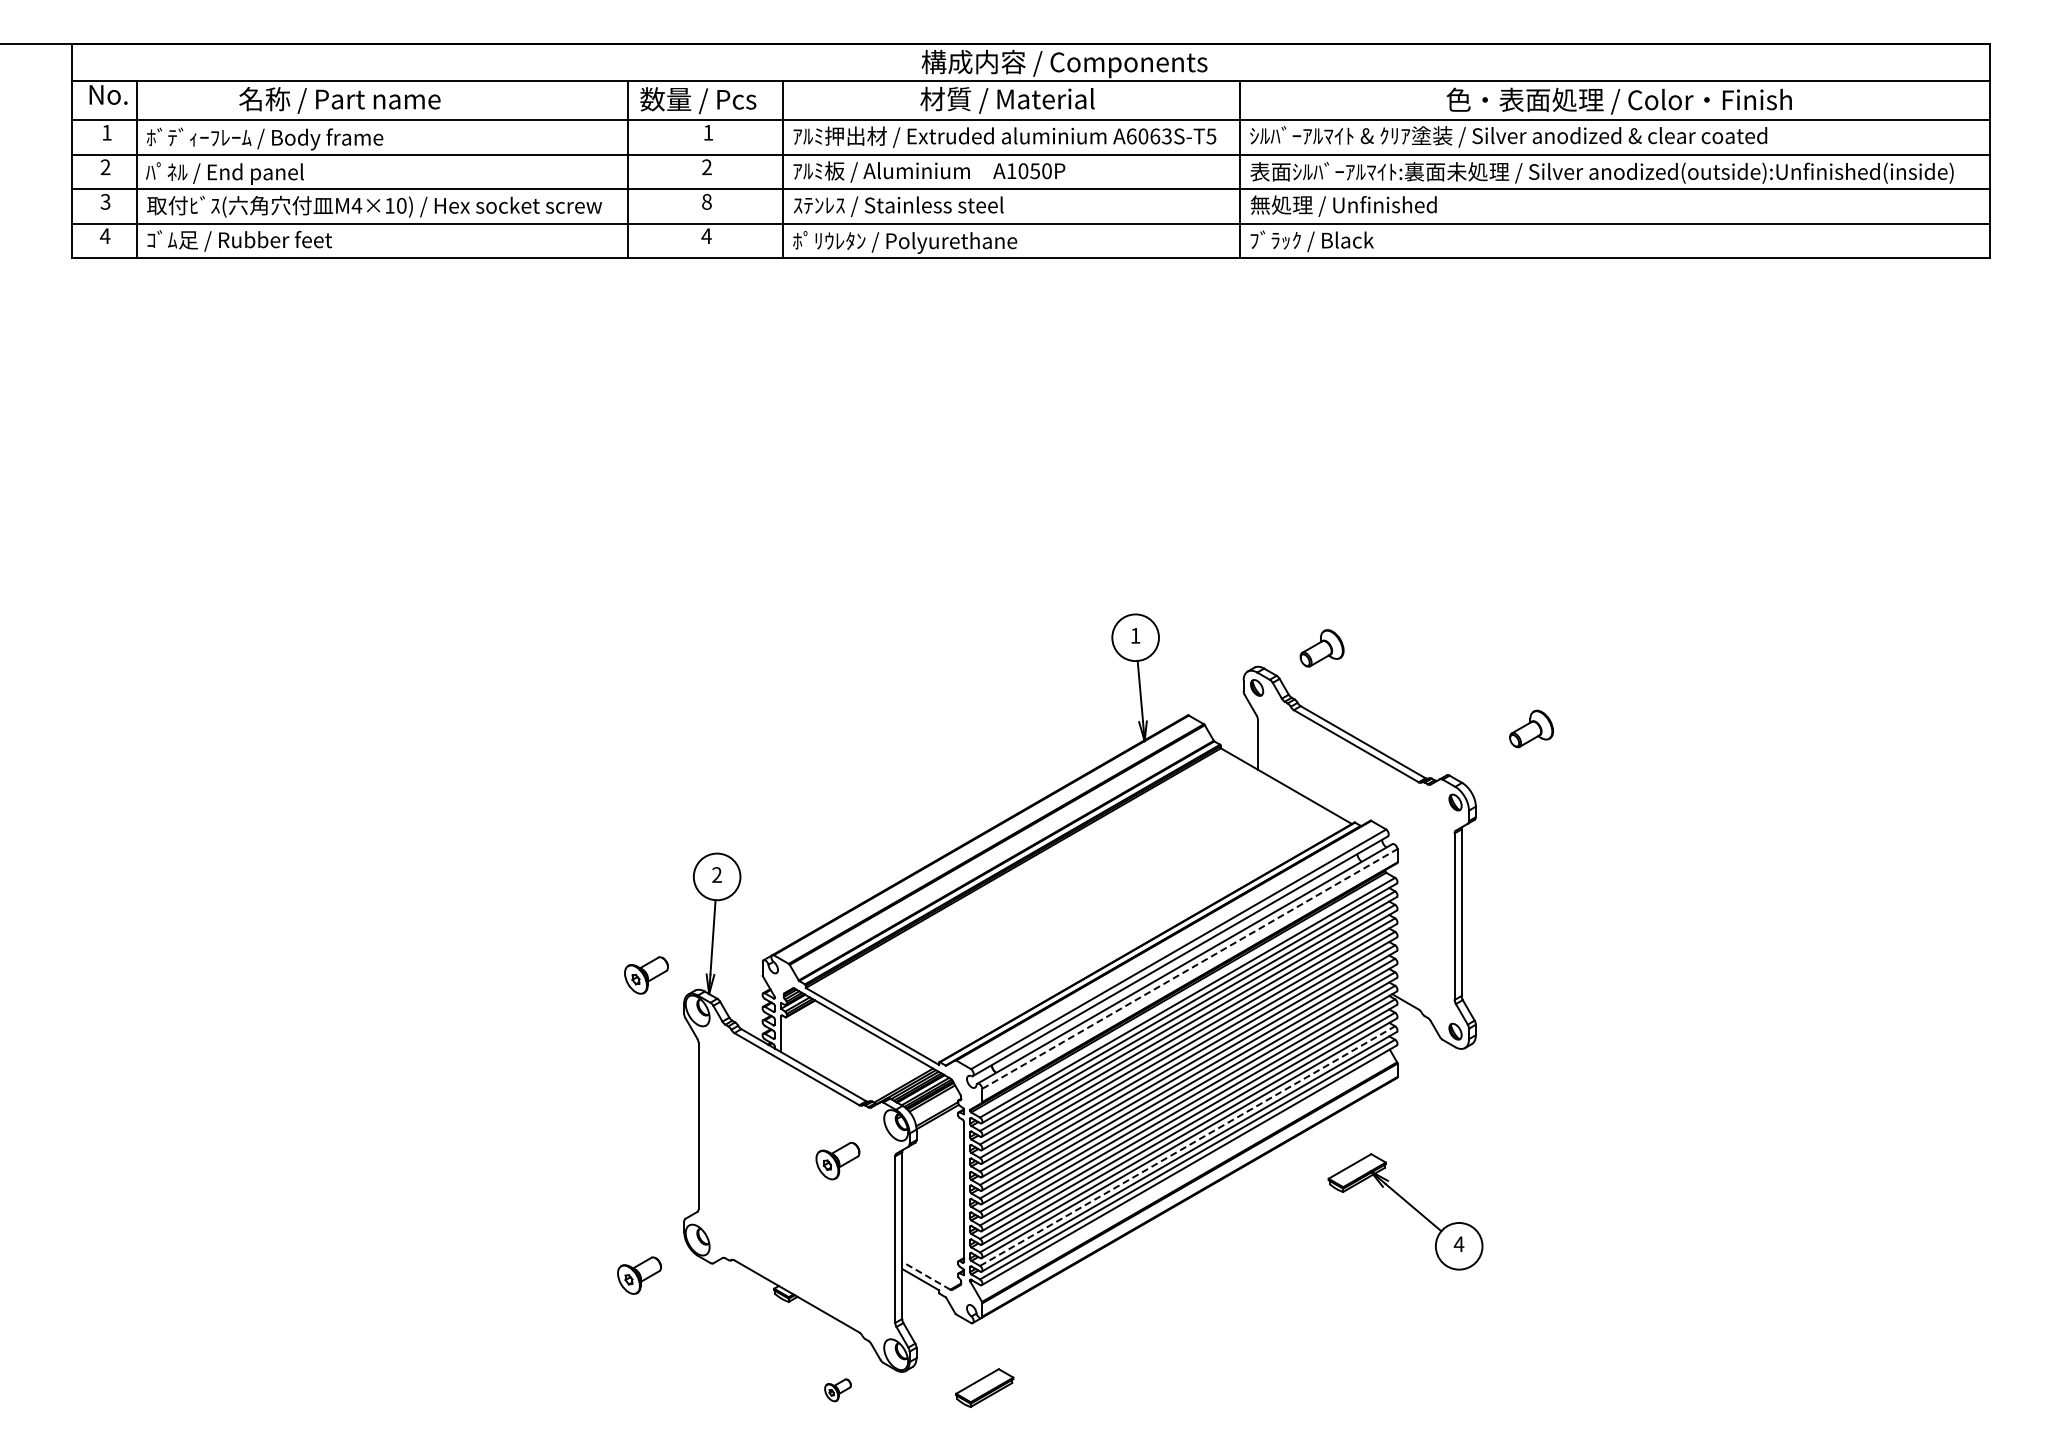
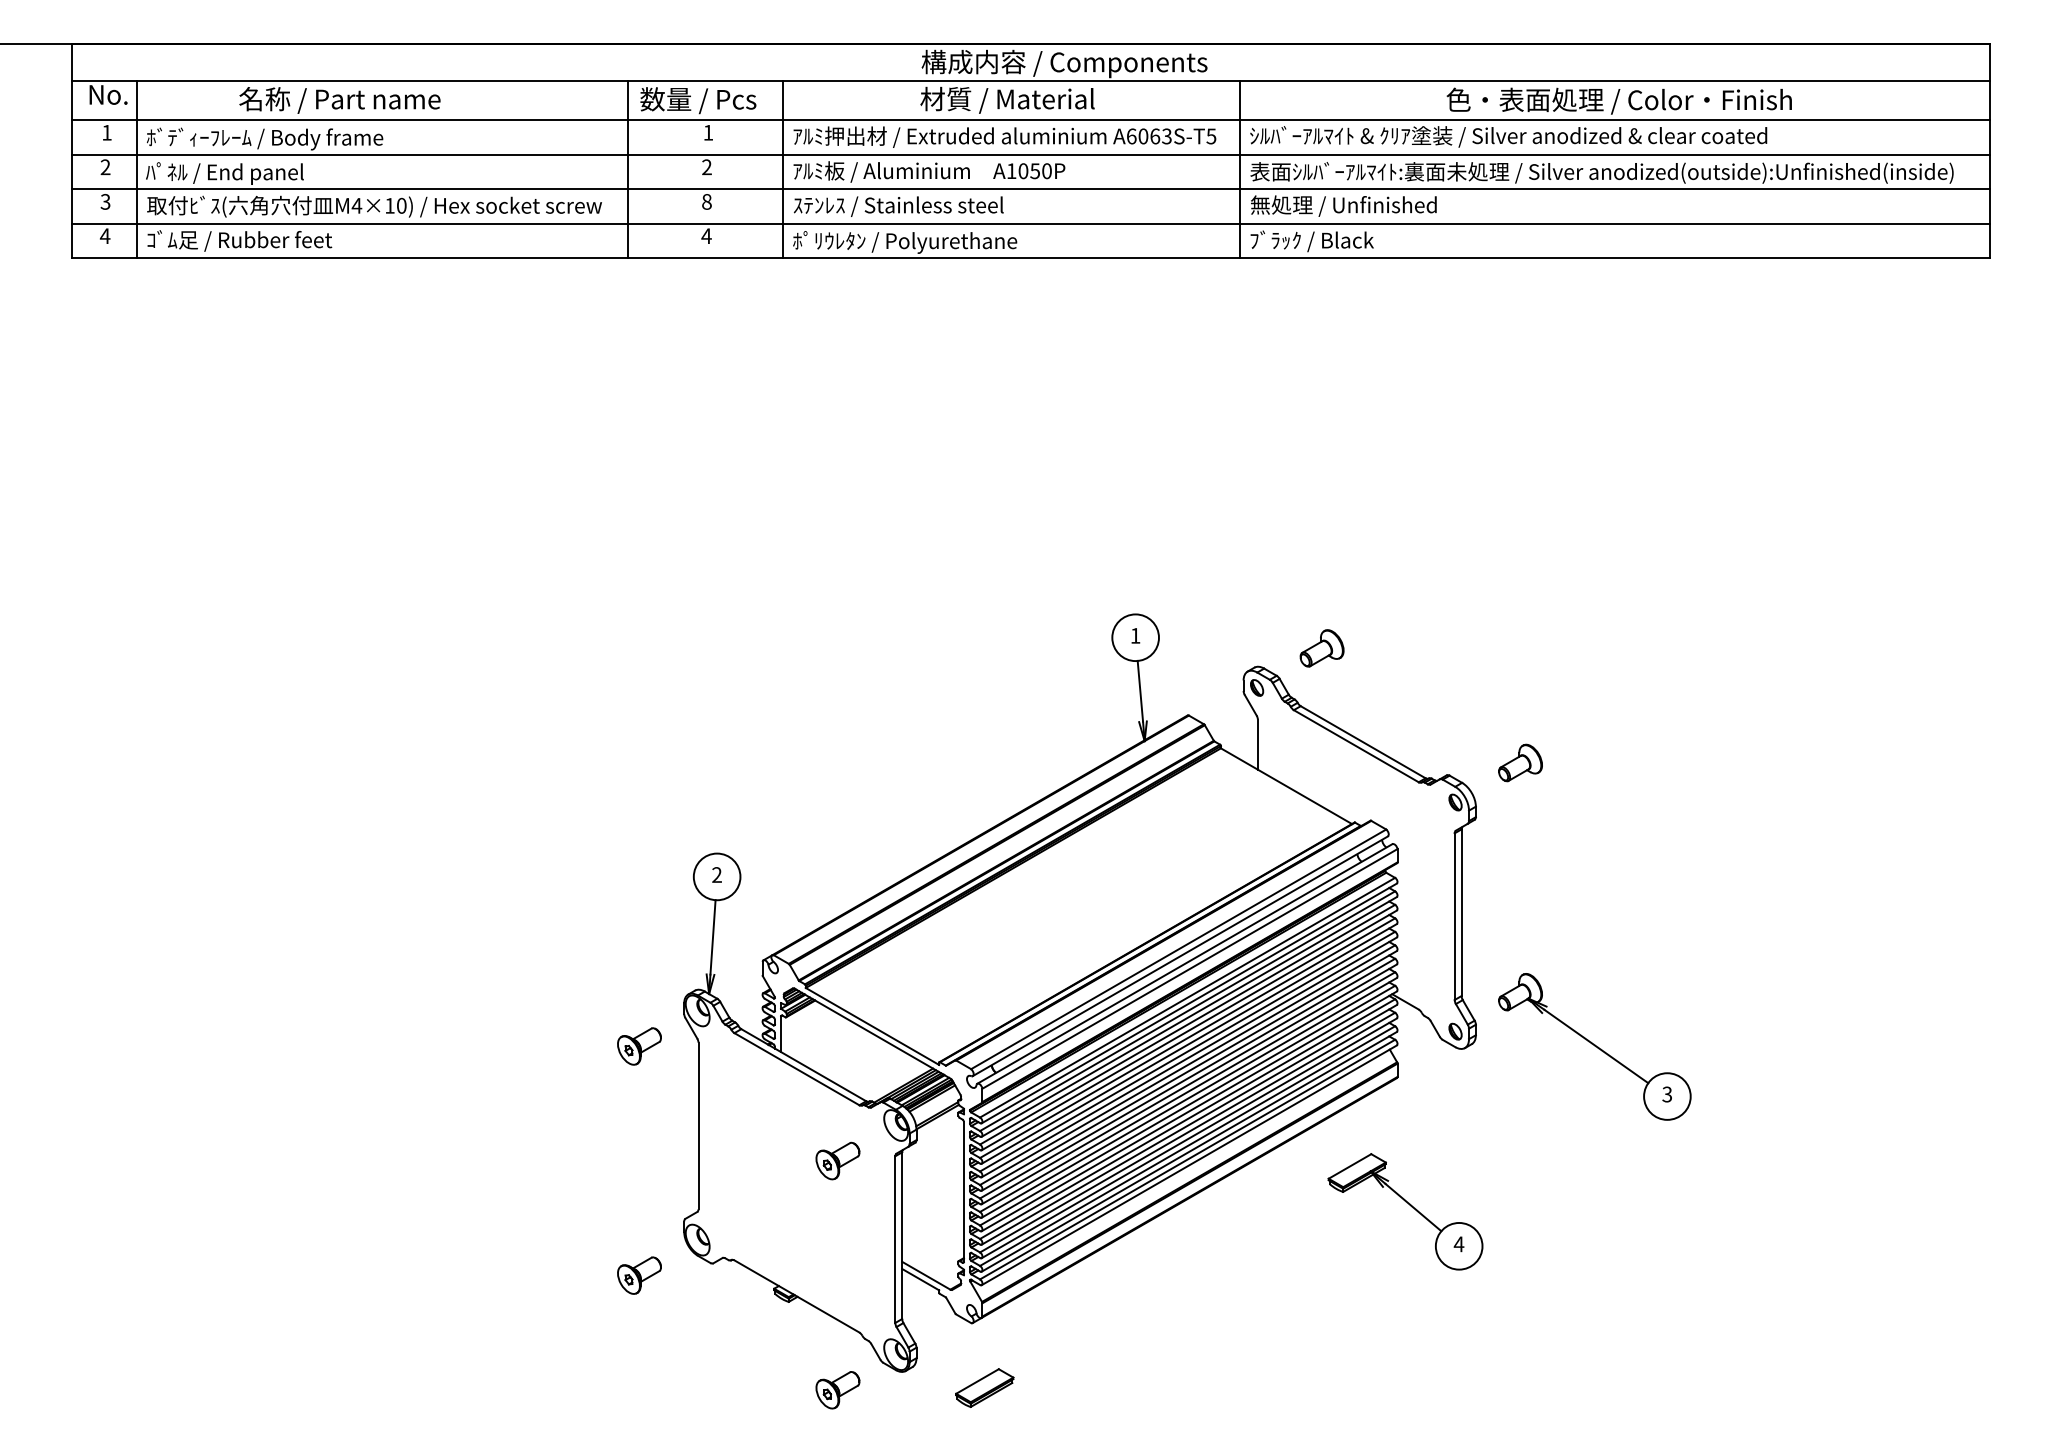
part at (1531, 728) position: (1531, 728) -> (1520, 762)
line at (1190, 968): dashed -> solid
part at (646, 975) position: (646, 975) -> (639, 1046)
part at (1594, 1046): none -> present
line at (1187, 1146): dashed -> solid
line at (926, 1275): dashed -> solid
part at (837, 1390) size: 28x25 px -> 46x39 px
